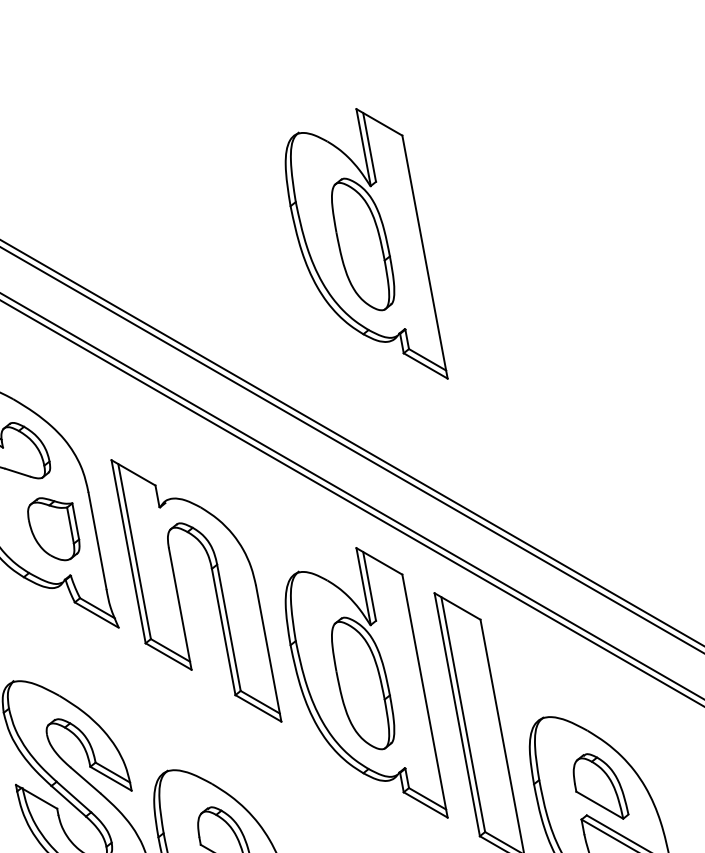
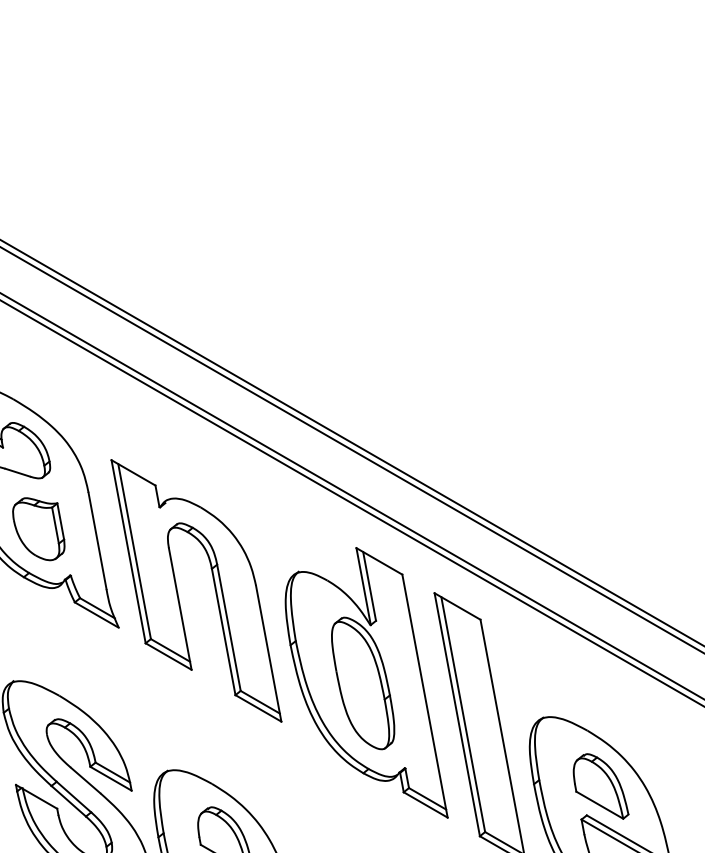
part at (366, 243): present -> none
part at (53, 529) position: (53, 529) -> (38, 529)
